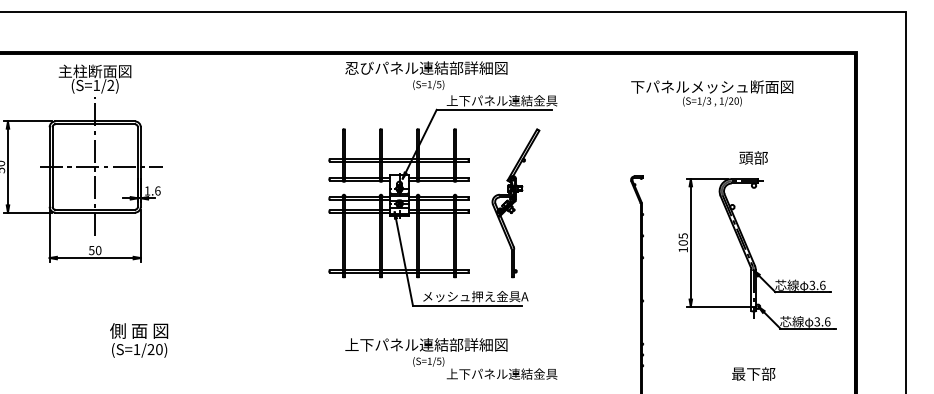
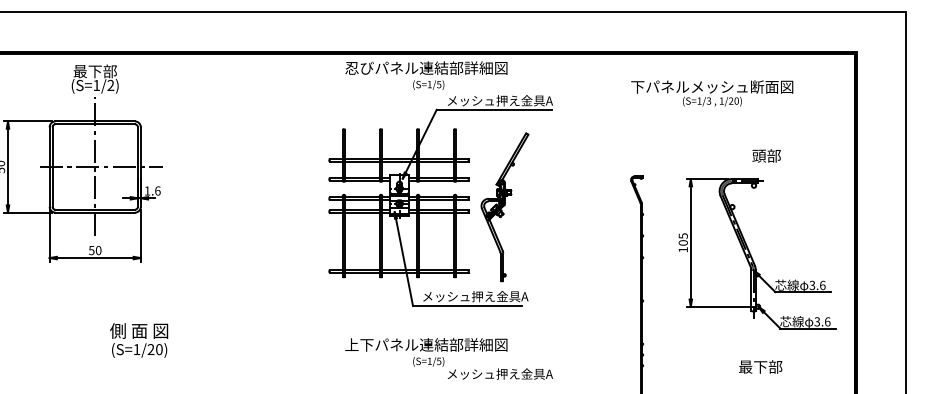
text at (94, 71): 主柱断面図 -> 最下部
text at (501, 100): 上下パネル連結金具 -> メッシュ押え金具A
text at (753, 157) position: (753, 157) -> (766, 155)
part at (515, 203) position: (515, 203) -> (504, 207)
text at (501, 373): 上下パネル連結金具 -> メッシュ押え金具A
text at (753, 373) position: (753, 373) -> (760, 366)
